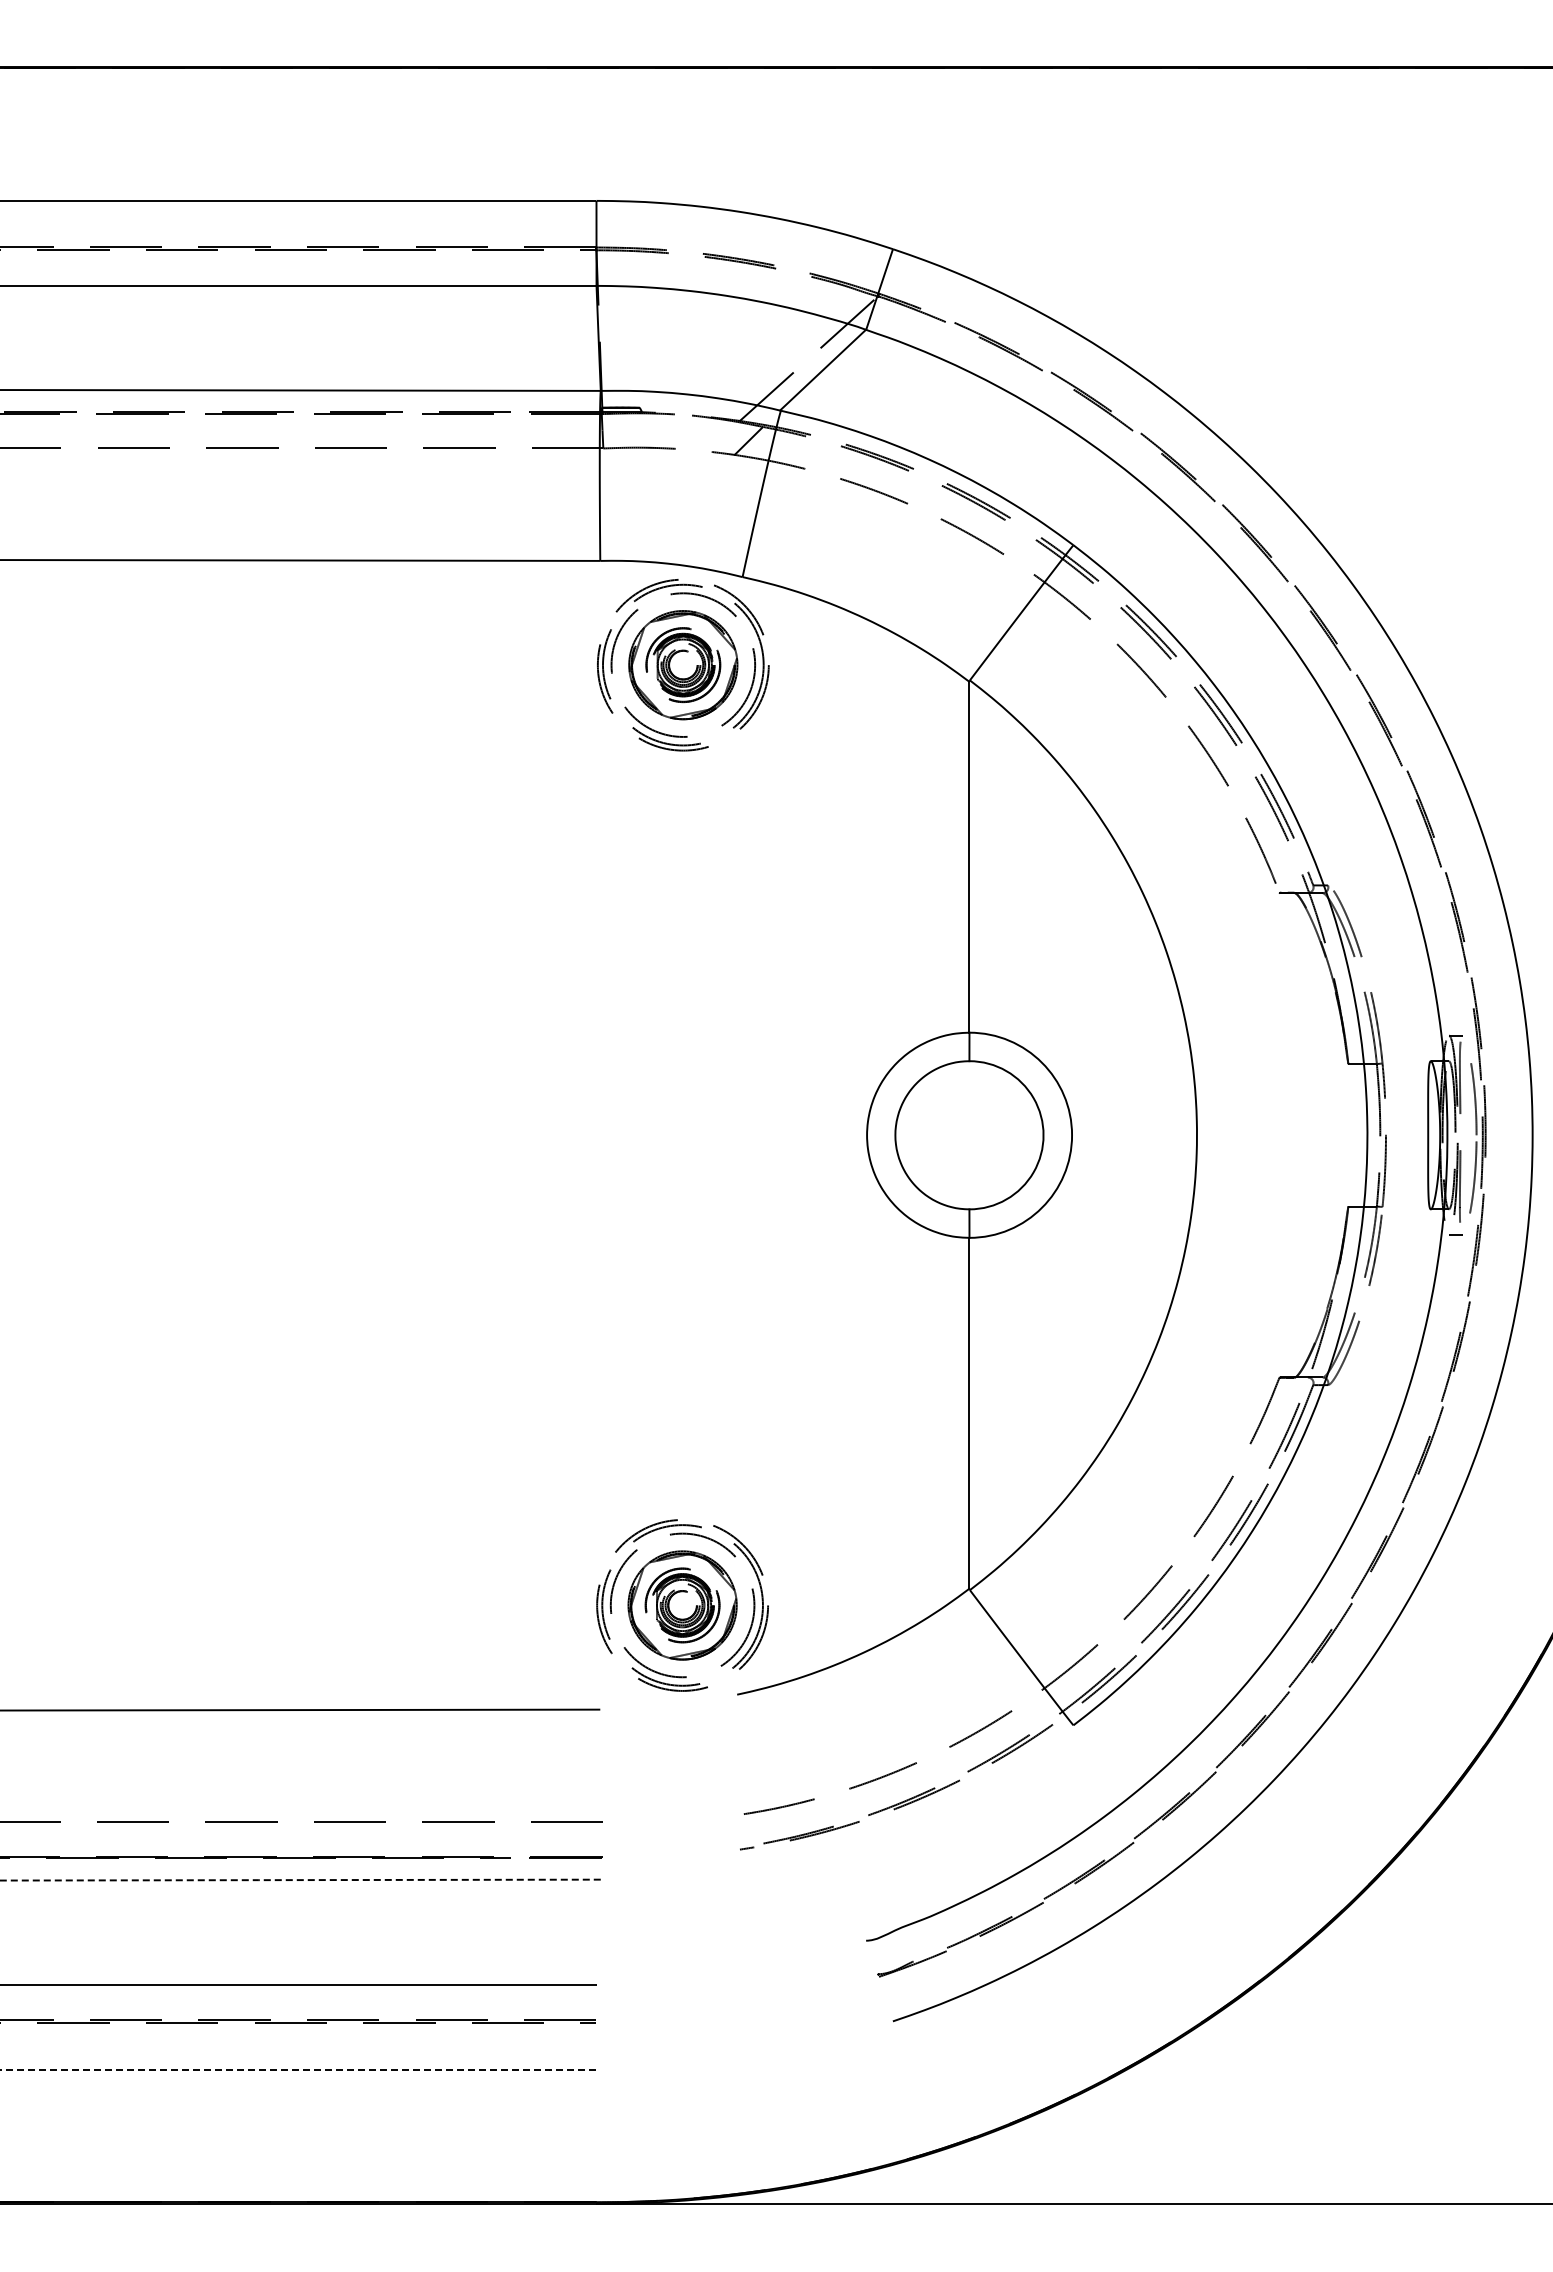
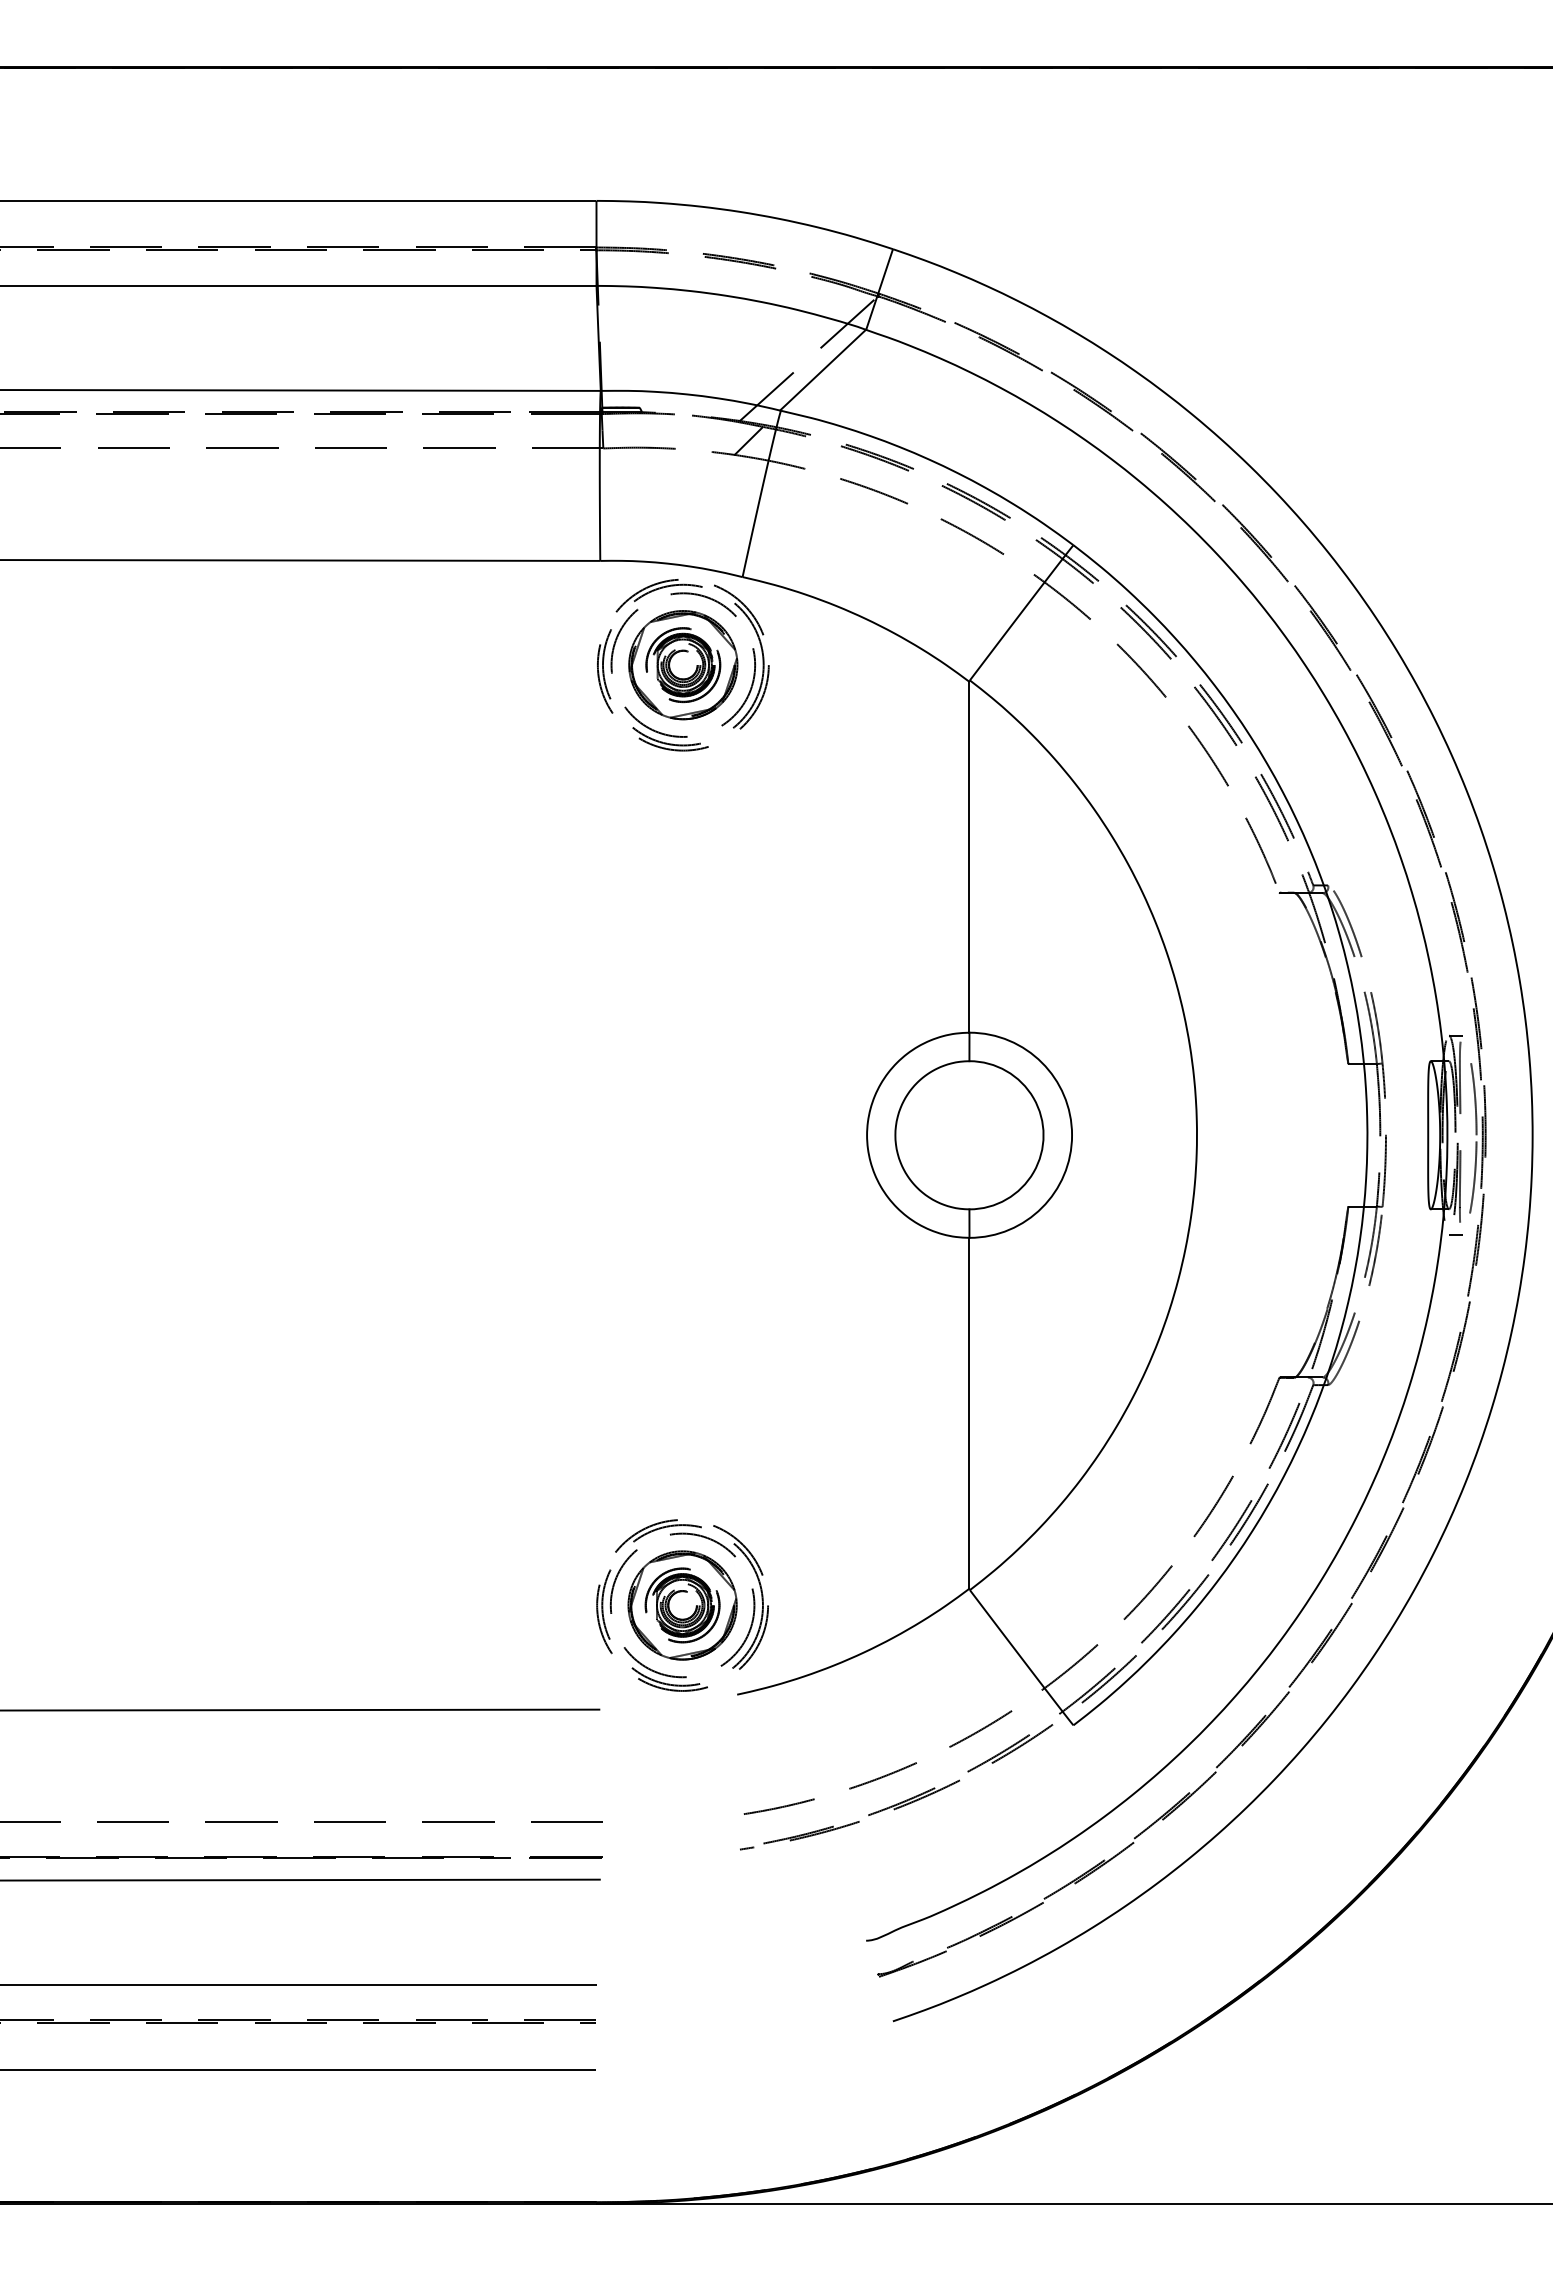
line at (299, 1880): dashed -> solid
line at (298, 2069): dashed -> solid
